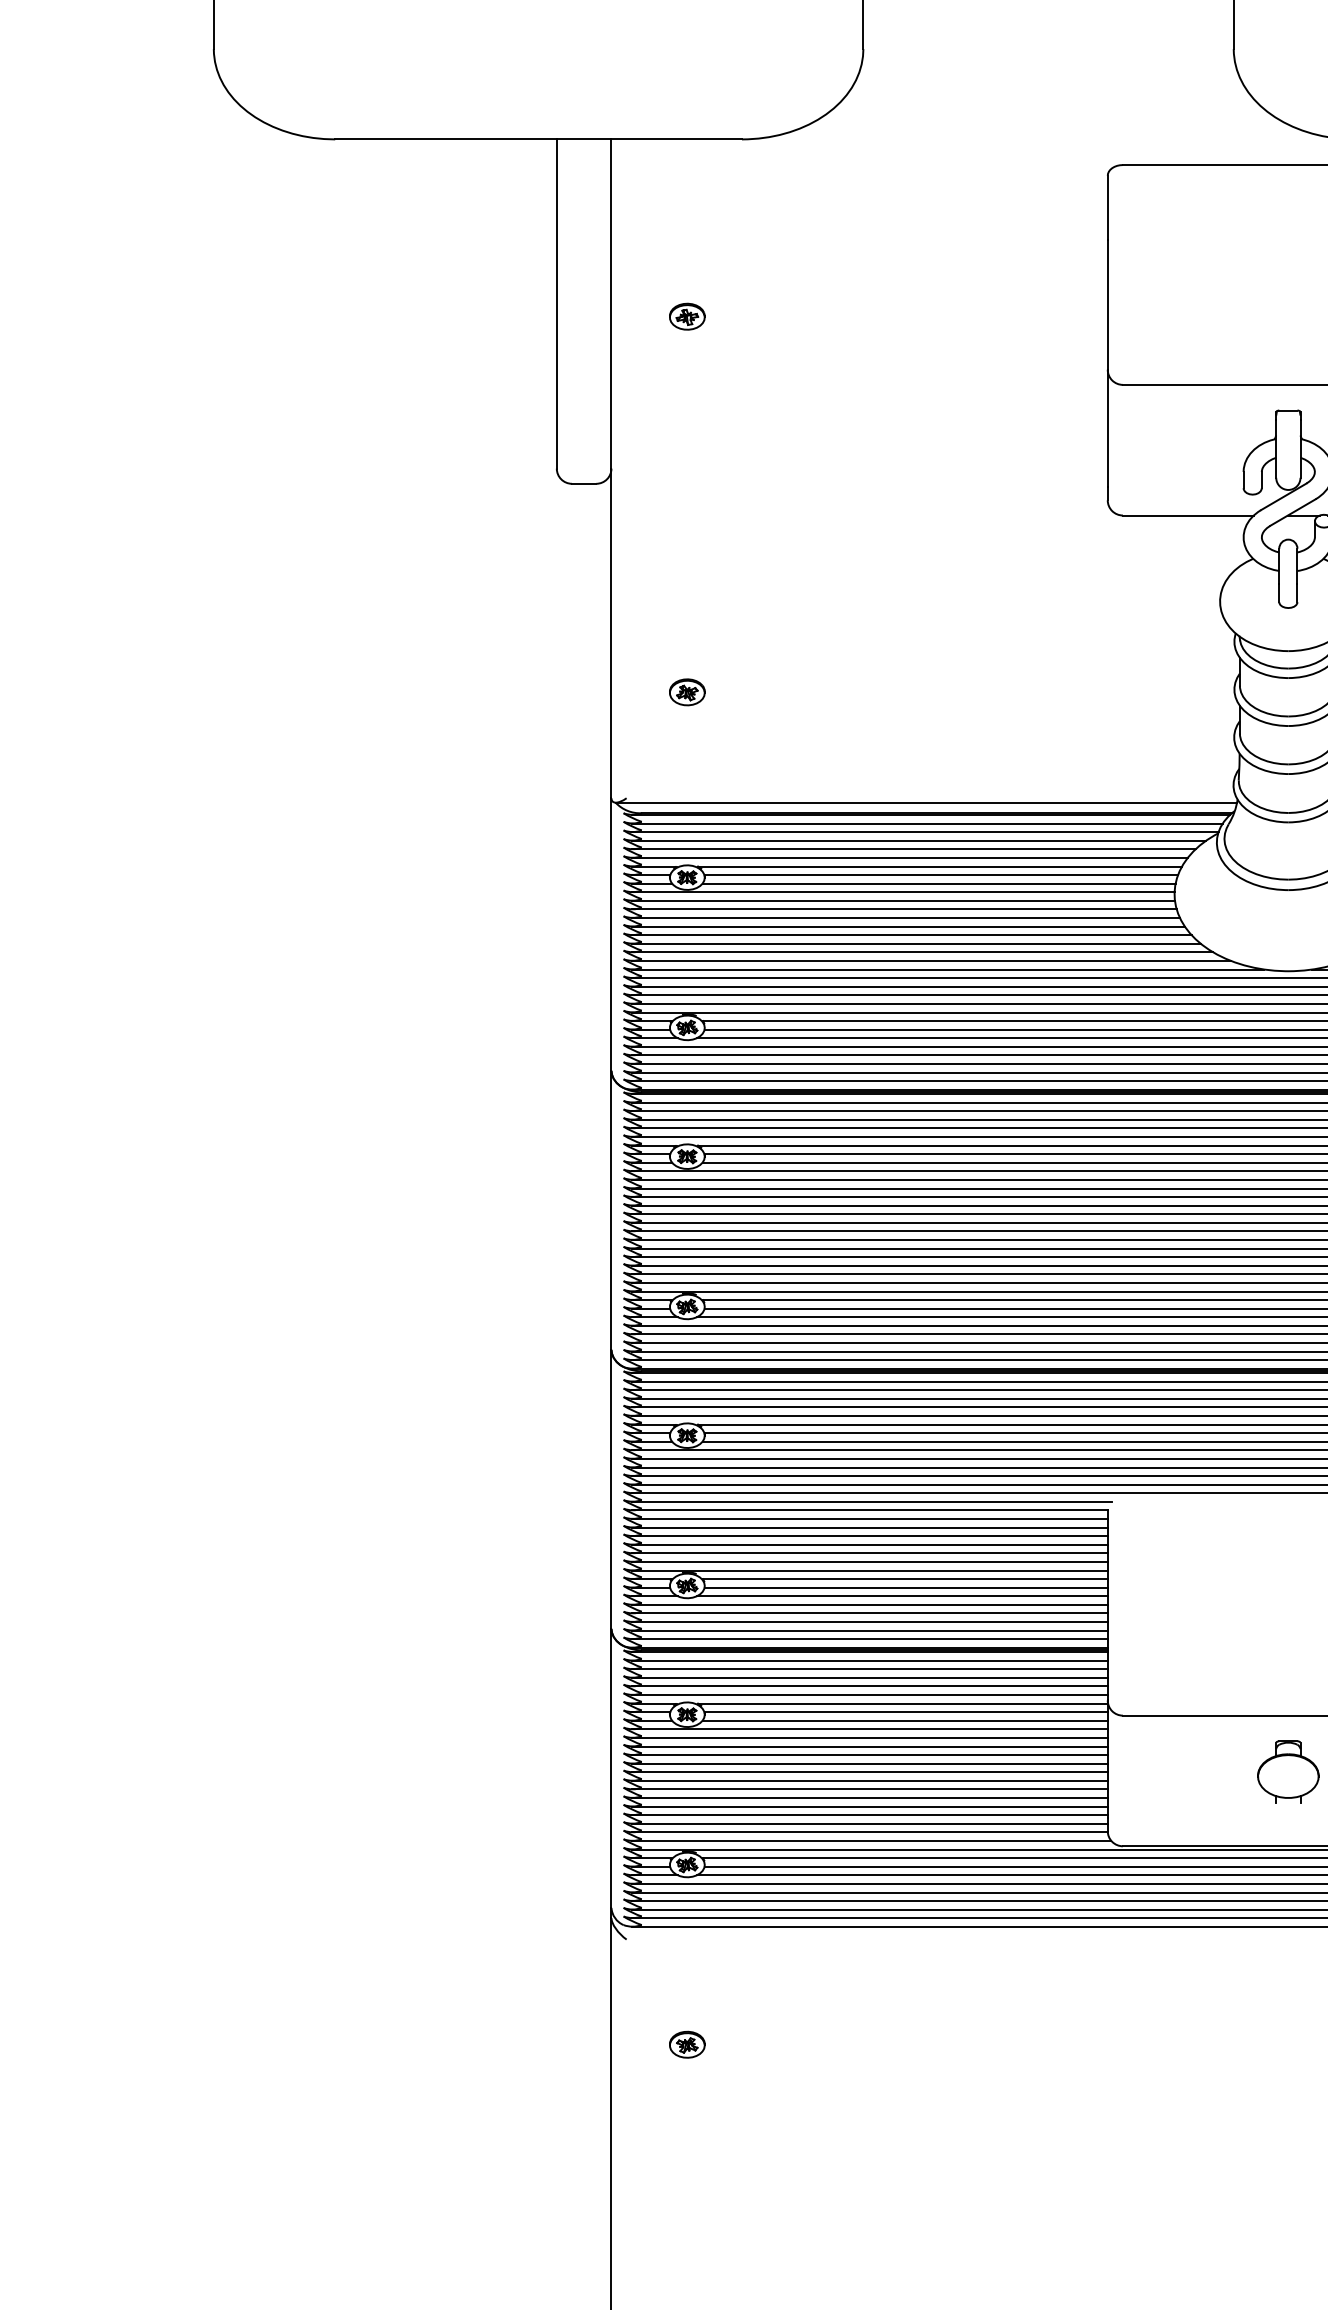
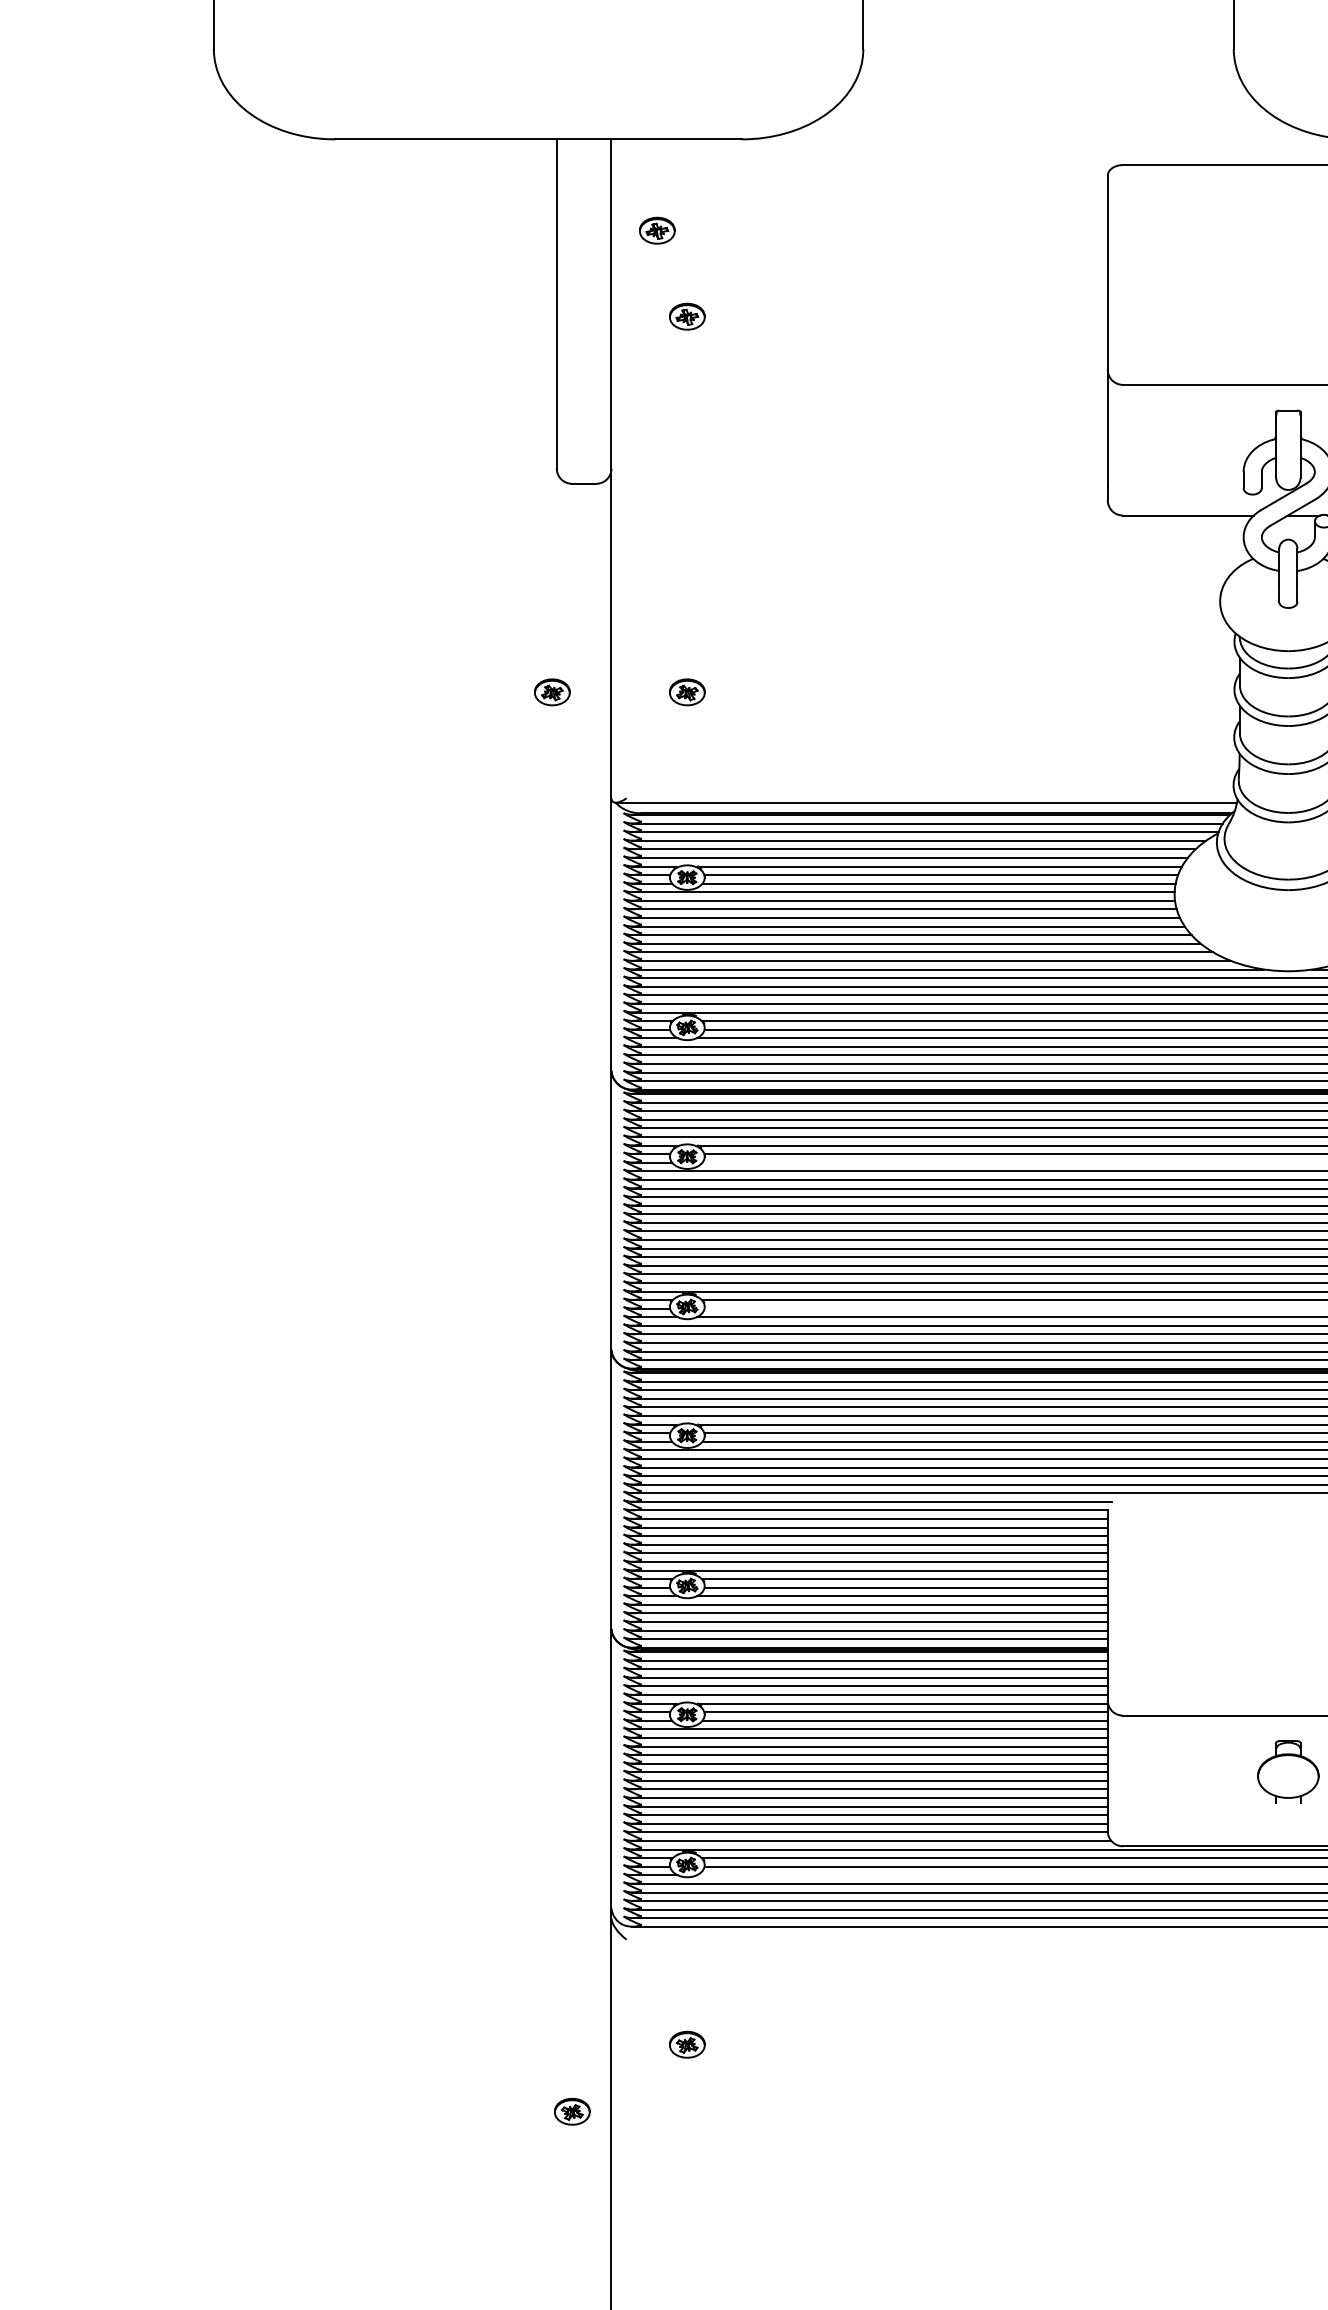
part at (657, 230): none -> present
part at (552, 692): none -> present
line at (1013, 1162): present -> none
line at (1014, 1308): present -> none
line at (1010, 1875): present -> none
part at (572, 2111): none -> present
